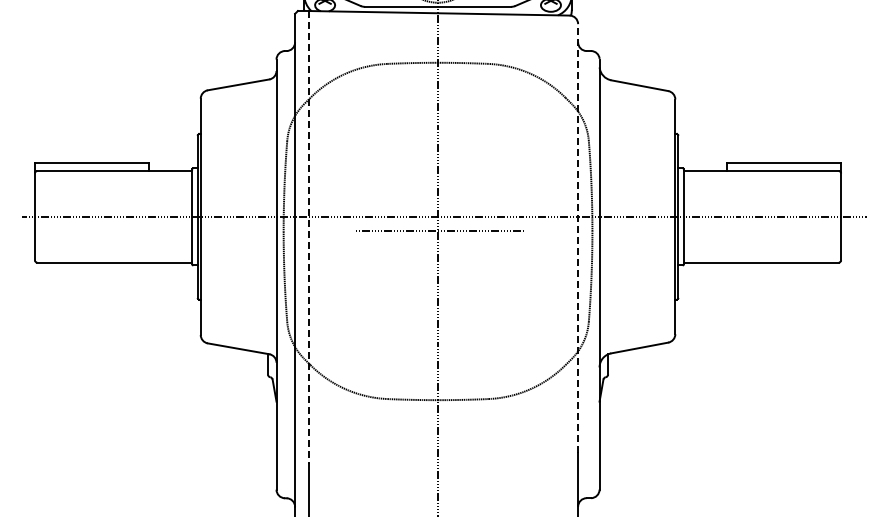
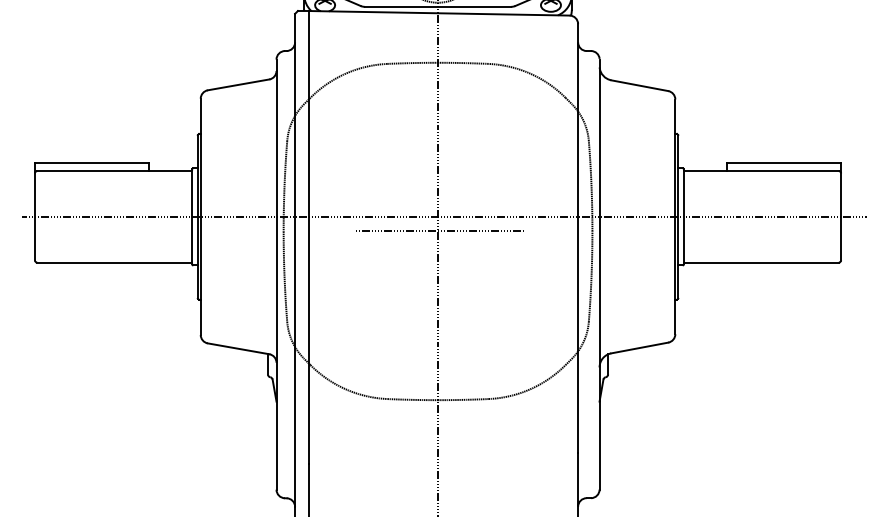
line at (309, 237): dashed -> solid
line at (578, 238): dashed -> solid
